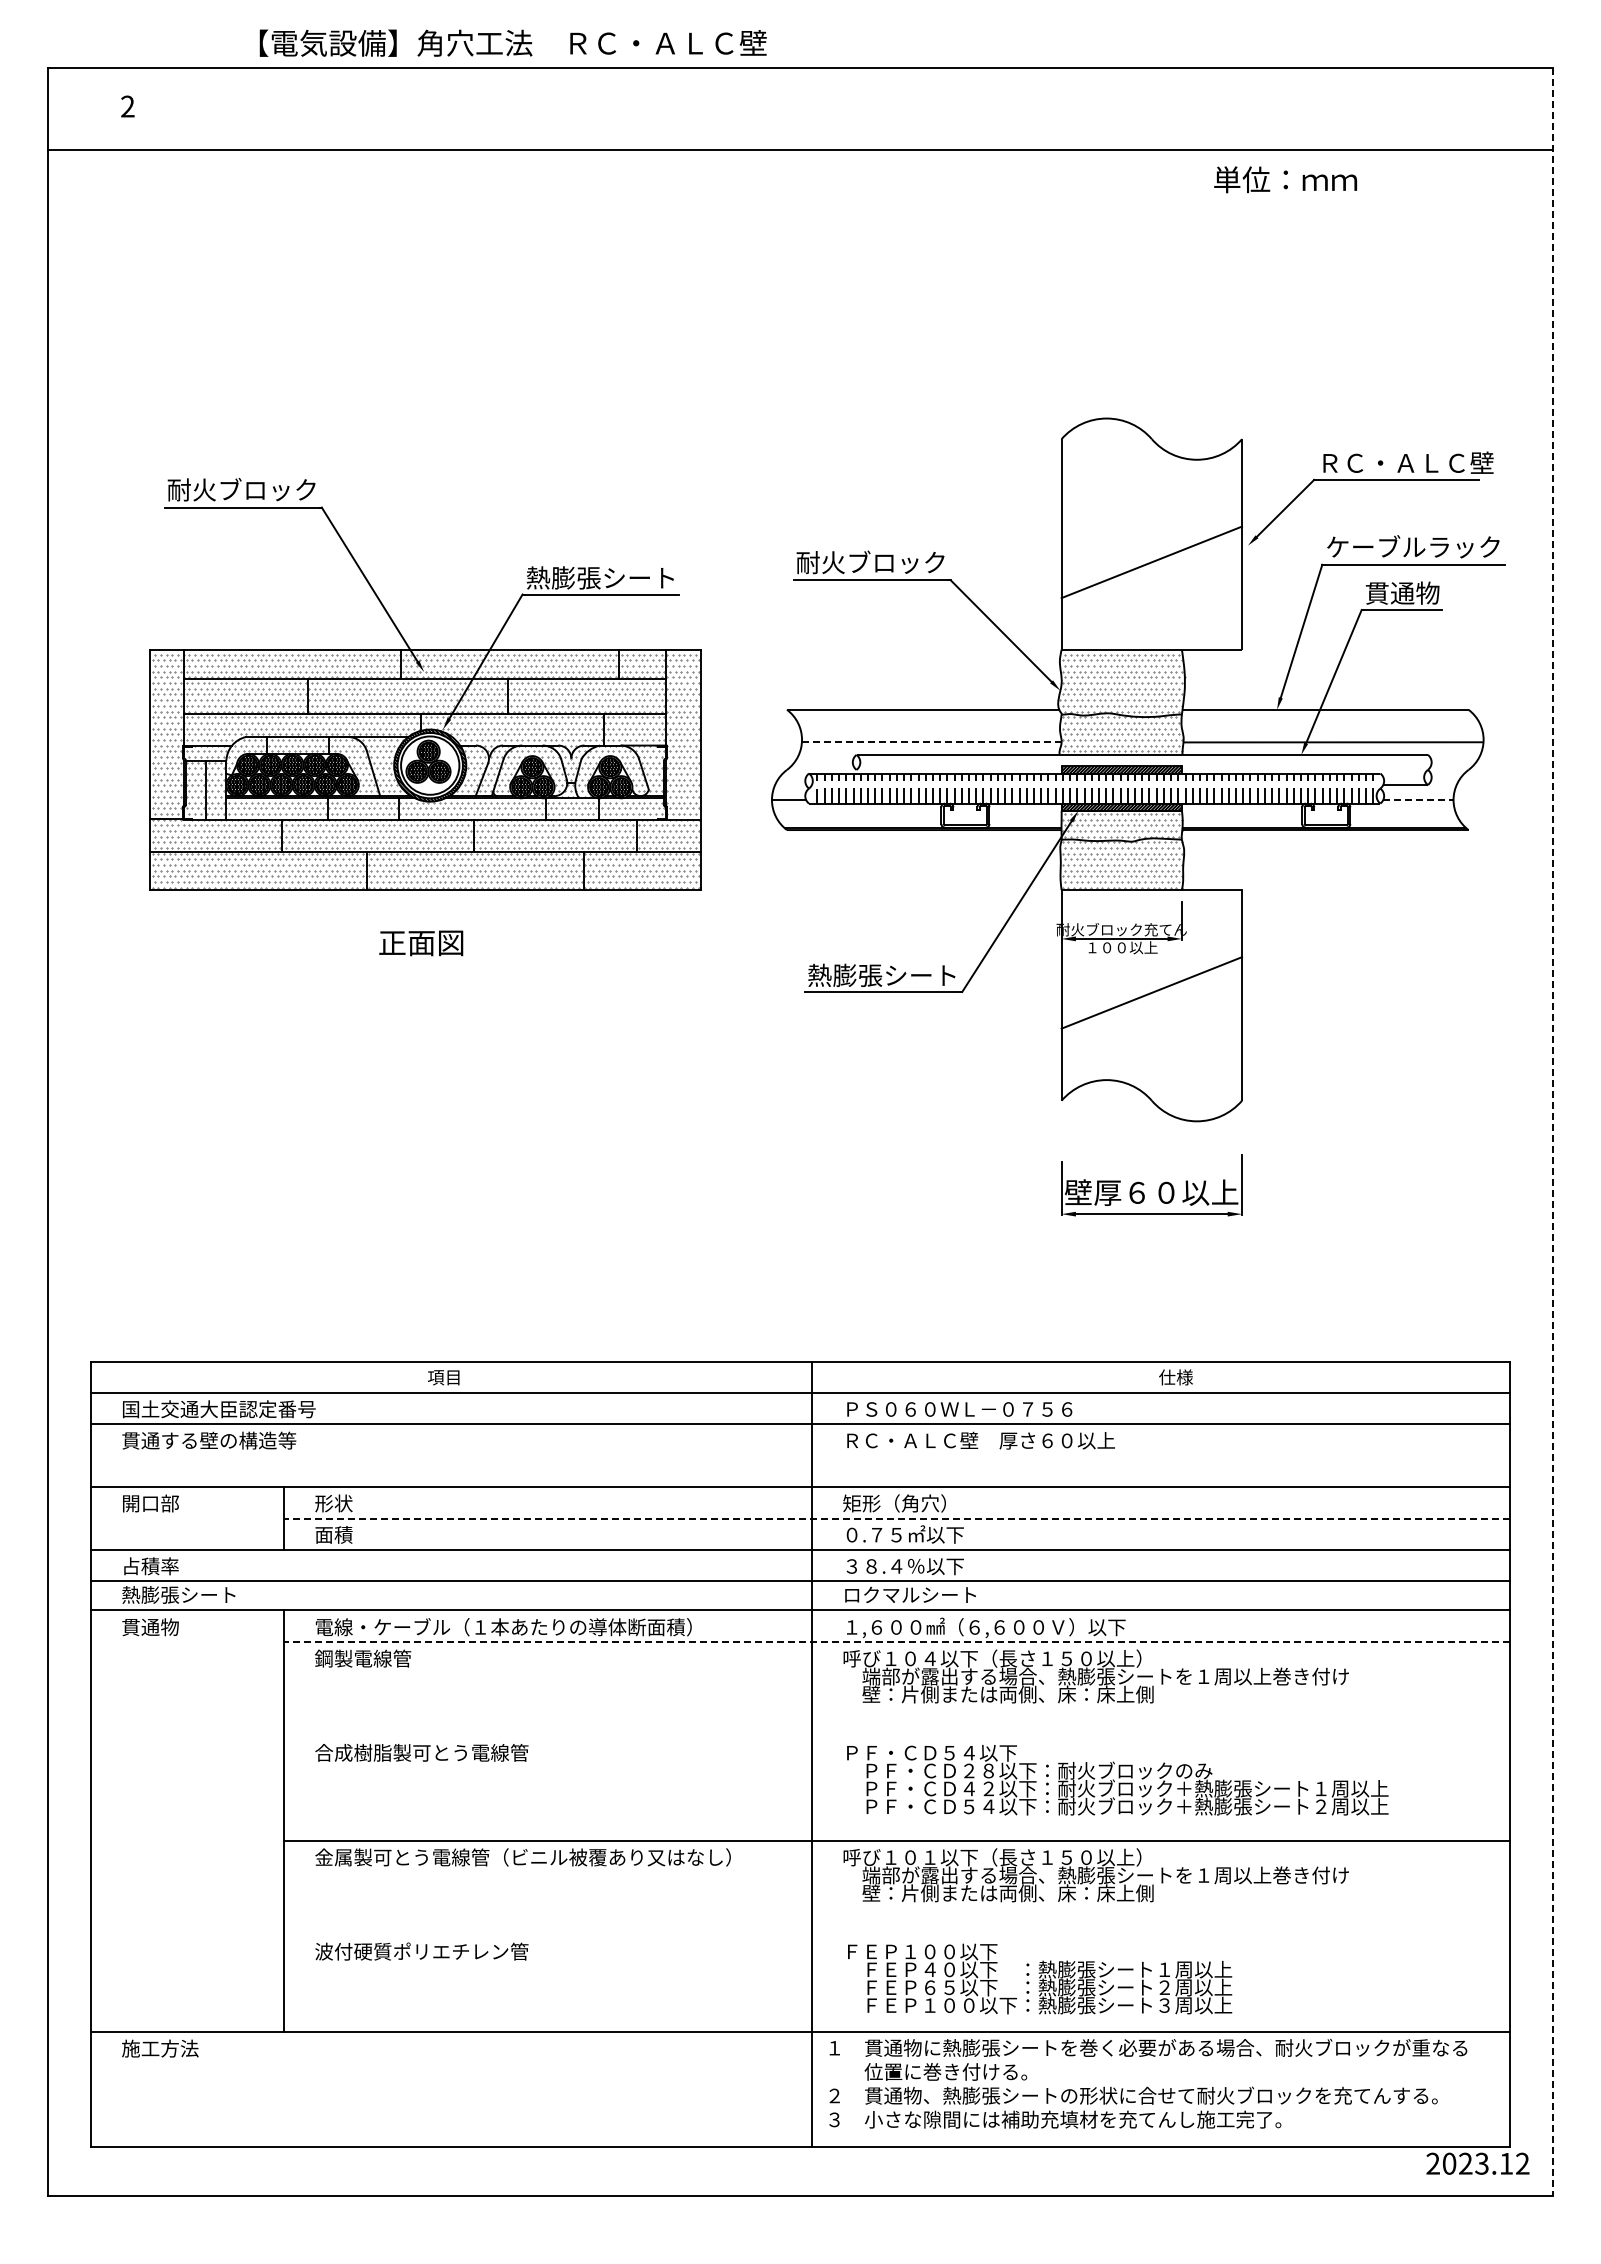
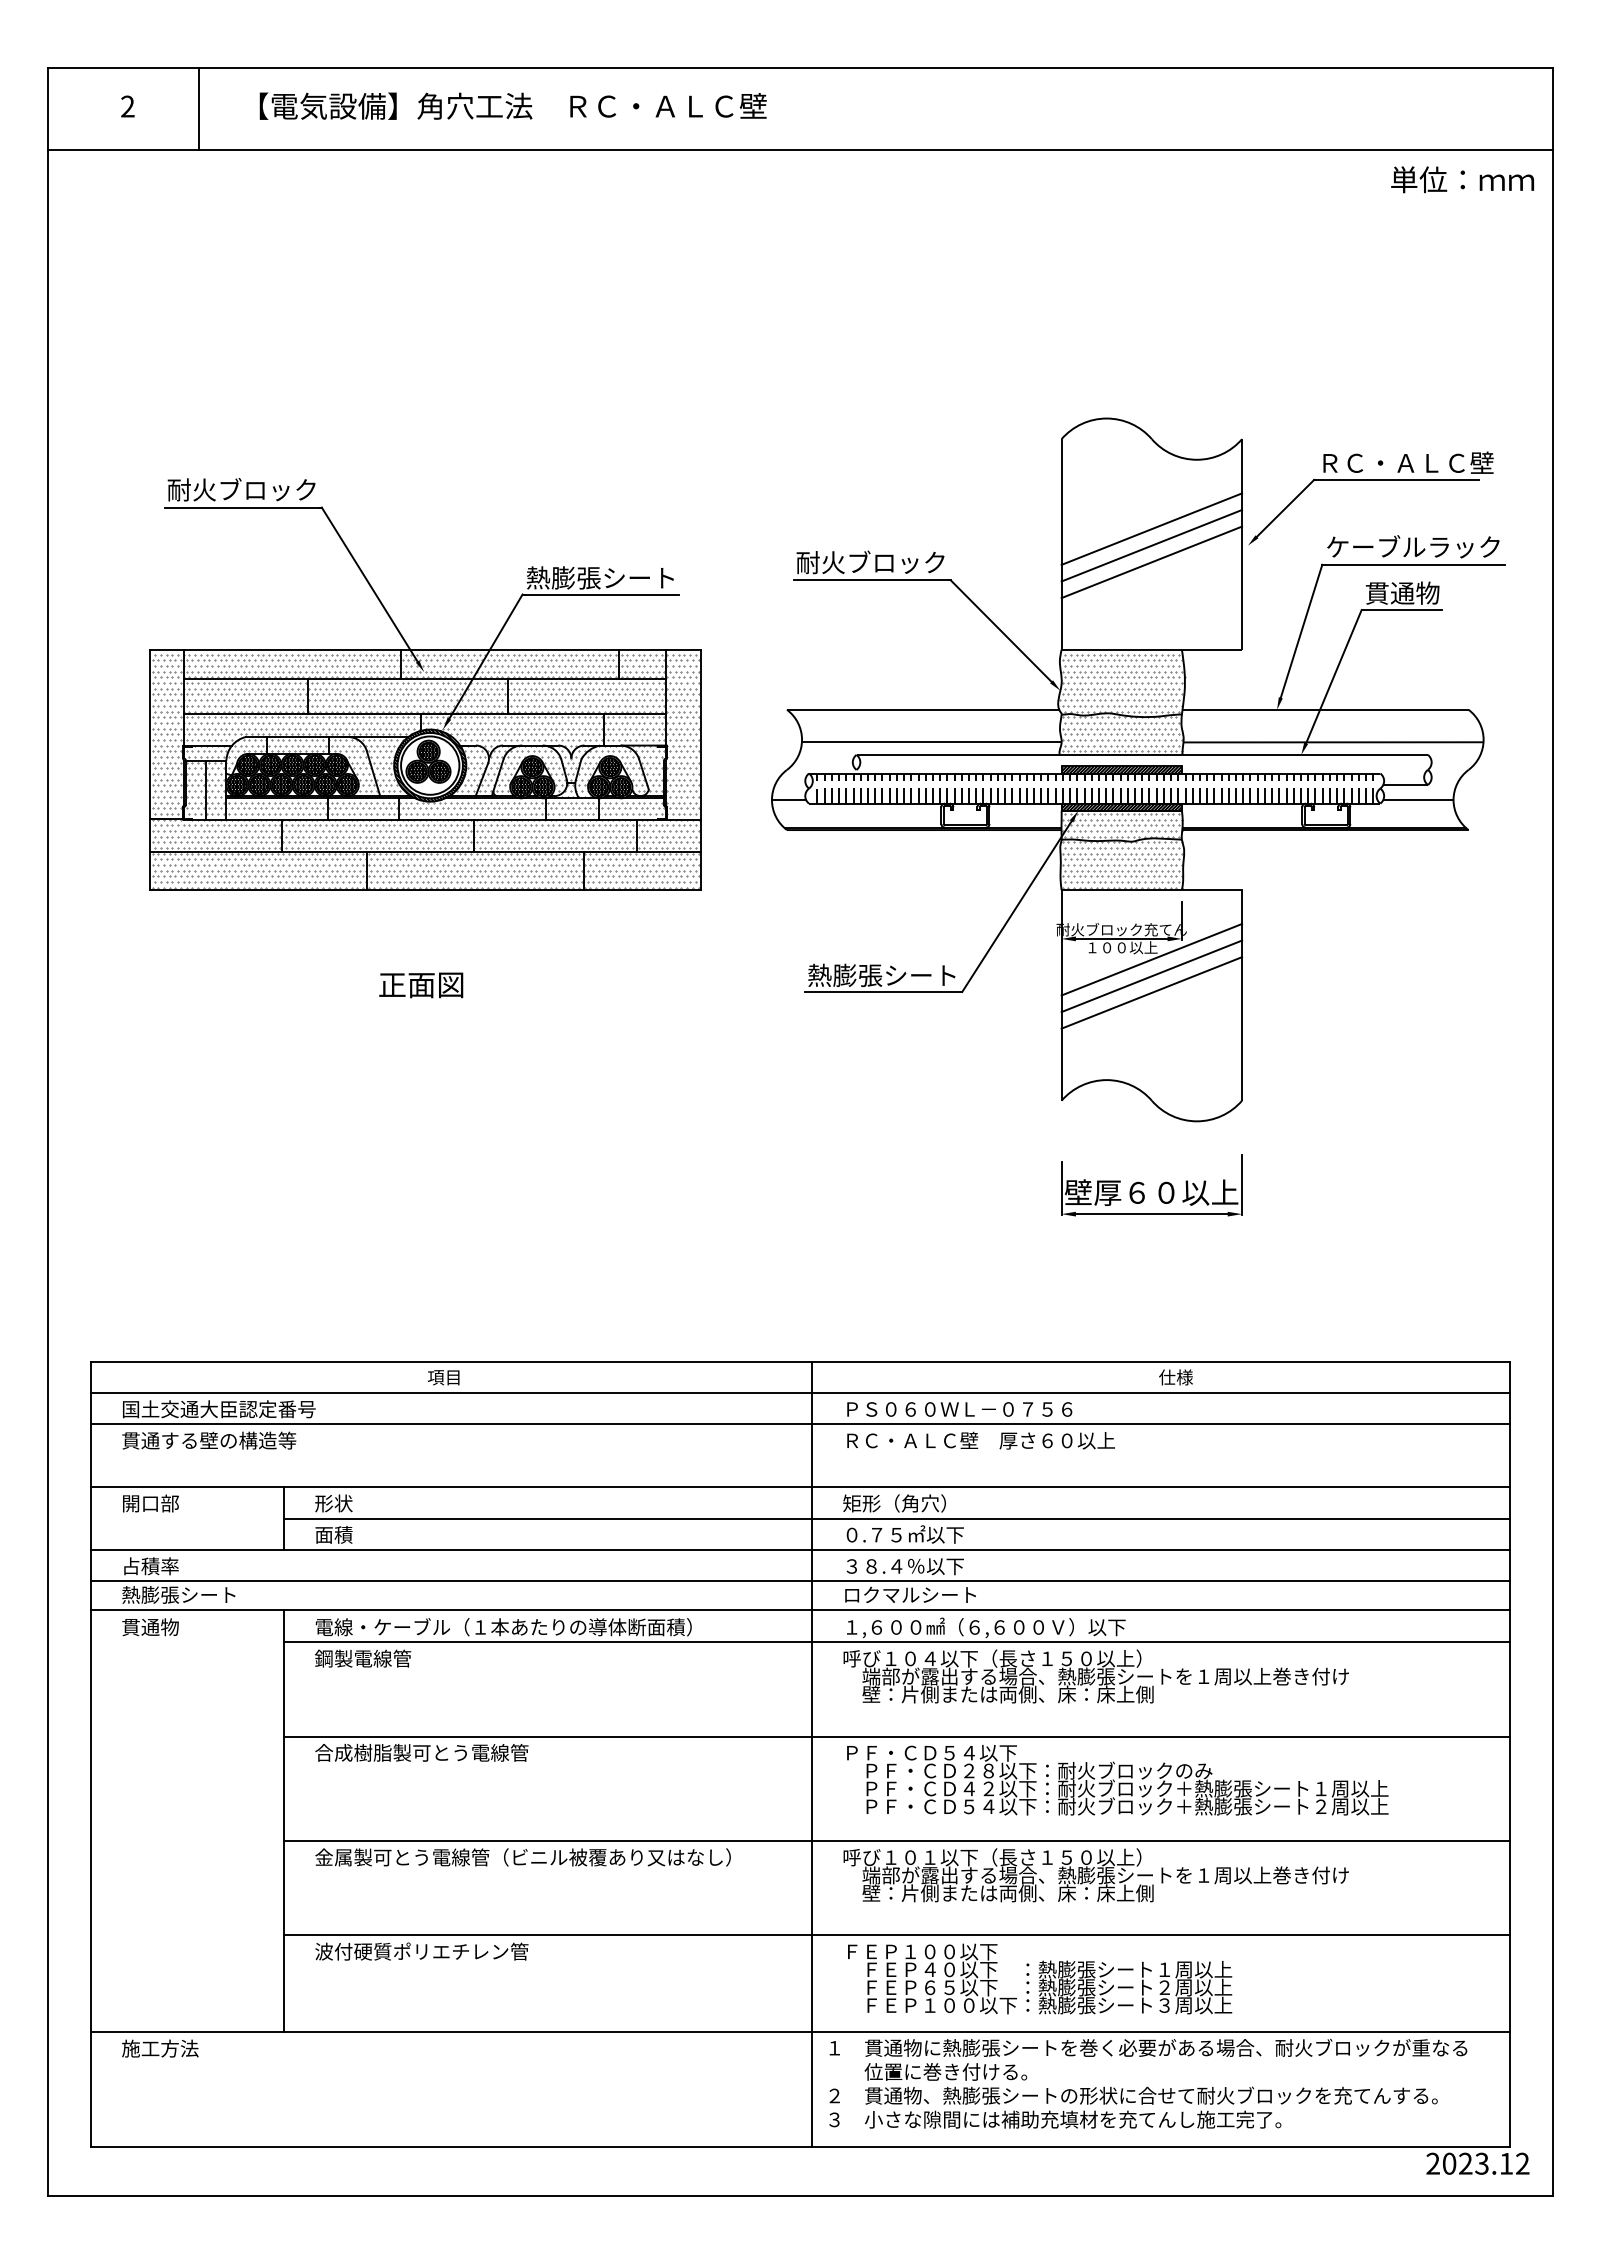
text at (512, 42) position: (512, 42) -> (512, 105)
line at (199, 108): none -> present
text at (1285, 179) position: (1285, 179) -> (1462, 179)
line at (1151, 528): none -> present
line at (1151, 545): none -> present
line at (931, 742): dashed -> solid
line at (1418, 800): dashed -> solid
text at (421, 943) position: (421, 943) -> (421, 985)
line at (1151, 959): none -> present
line at (1151, 976): none -> present
line at (1552, 1132): dashed -> solid
line at (896, 1518): dashed -> solid
line at (896, 1642): dashed -> solid
line at (896, 1736): none -> present
line at (896, 1935): none -> present
